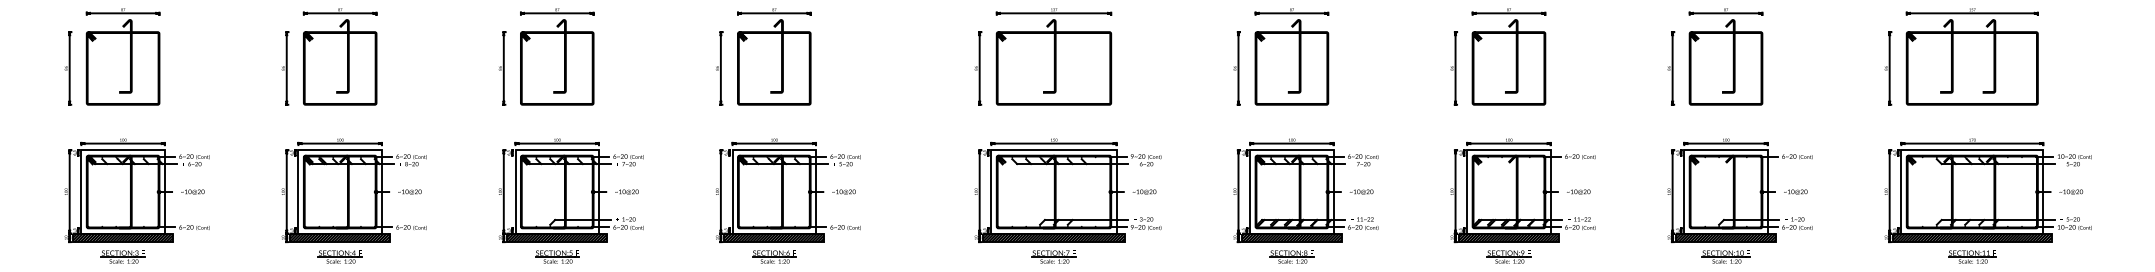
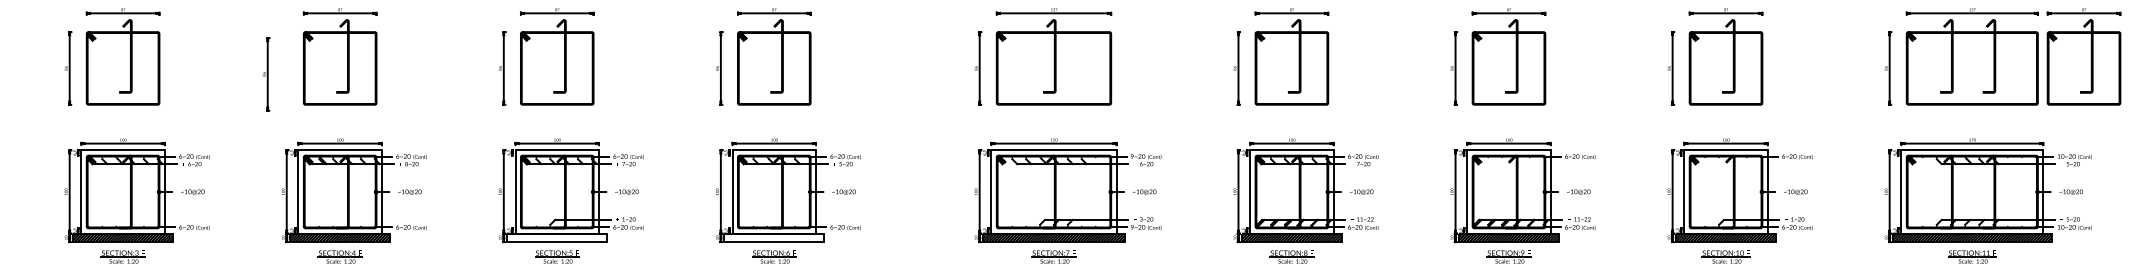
part at (2083, 56): none -> present
part at (285, 68) position: (285, 68) -> (266, 74)
hatch at (557, 237): present -> none
hatch at (774, 237): present -> none
